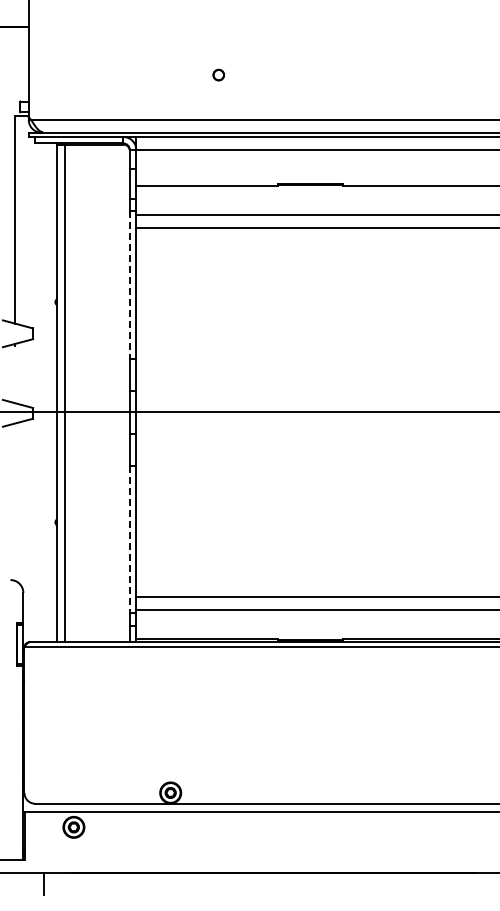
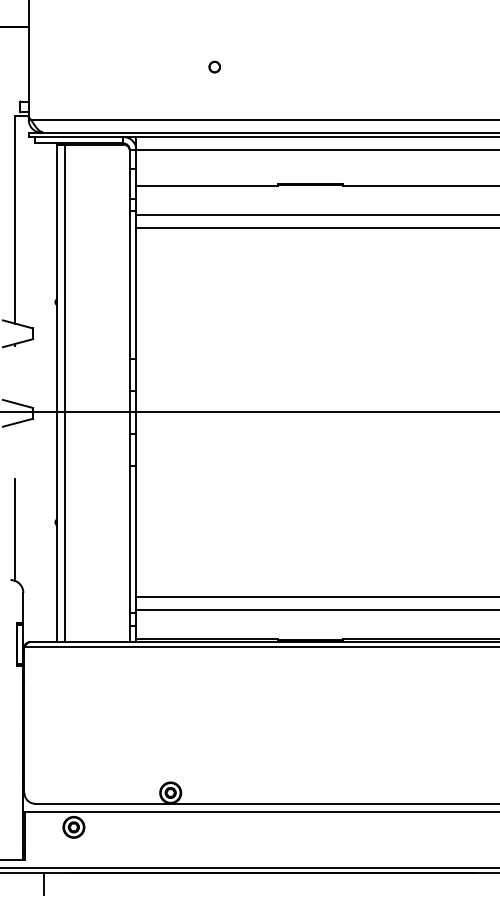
part at (218, 74) position: (218, 74) -> (214, 66)
line at (129, 284): dashed -> solid
line at (14, 529): none -> present
line at (129, 539): dashed -> solid
line at (249, 868): none -> present
